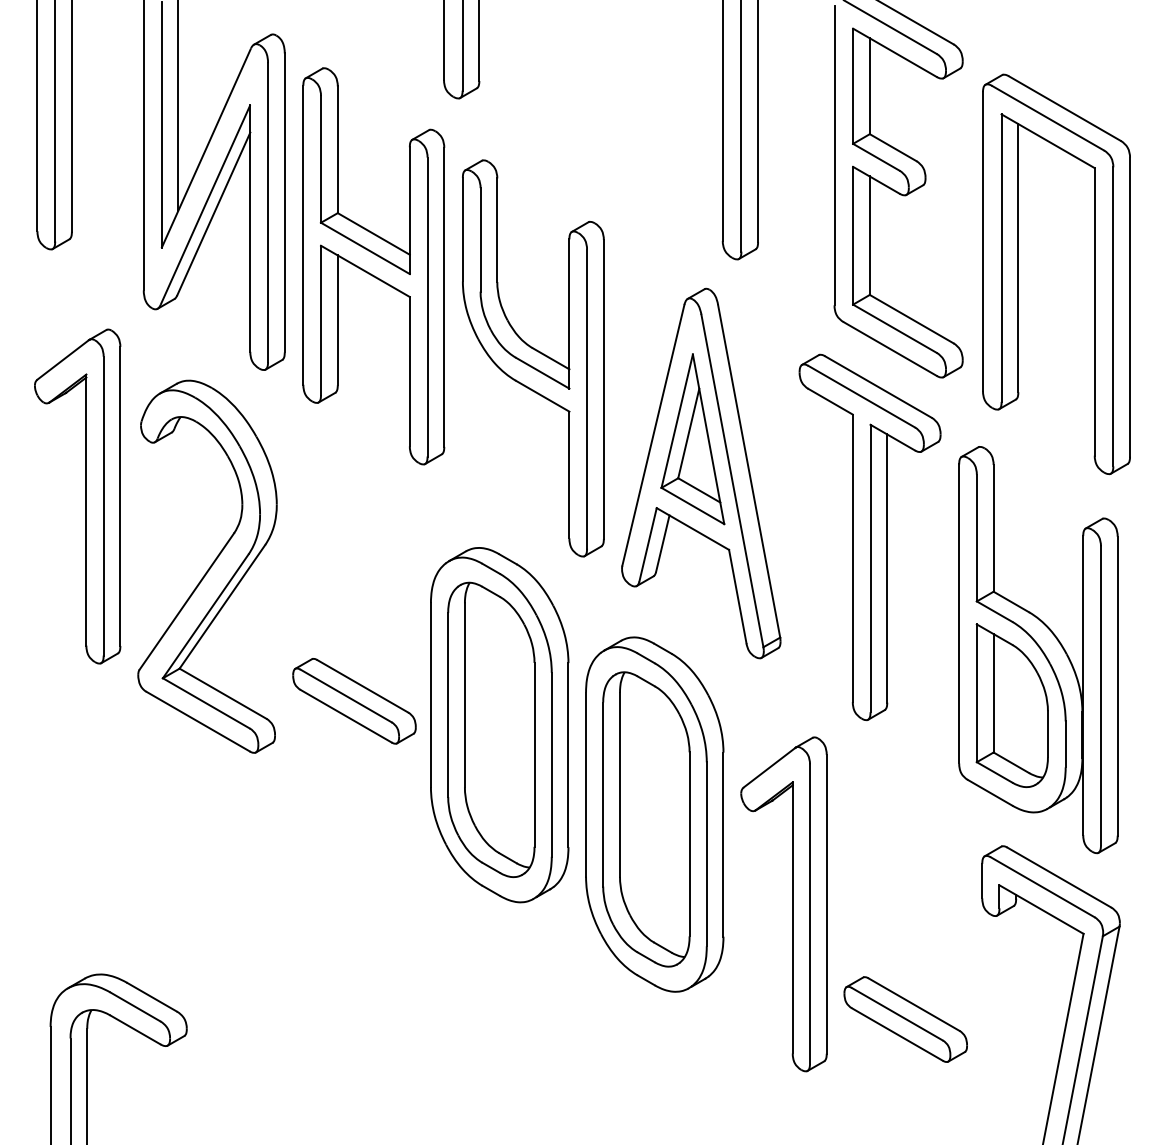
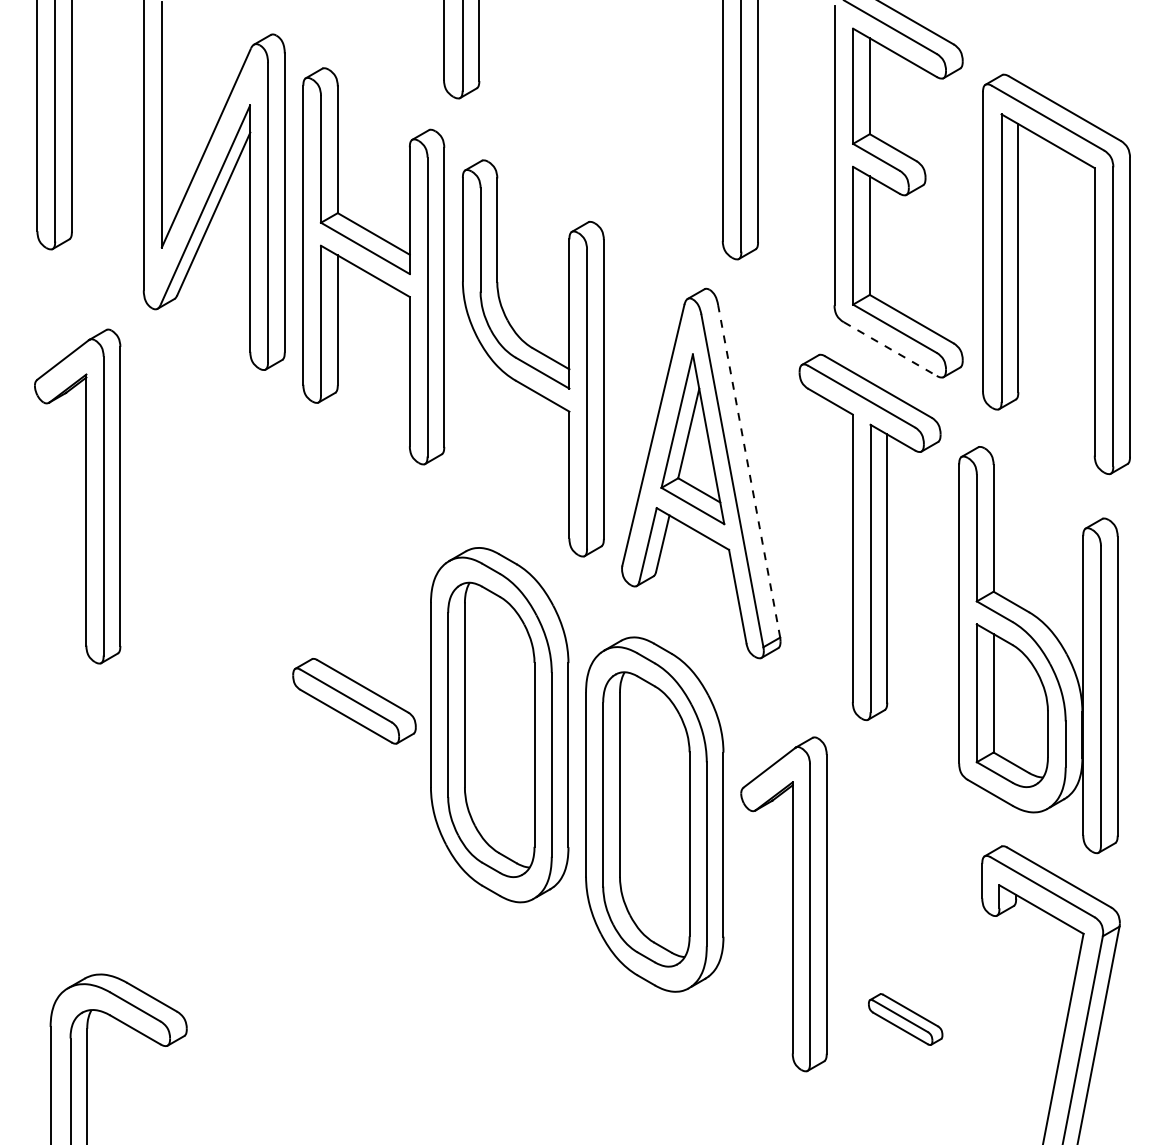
line at (178, 106): present -> none
line at (890, 349): solid -> dashed
line at (749, 470): solid -> dashed
part at (207, 566): present -> none
part at (905, 1019) size: 125x87 px -> 76x53 px
